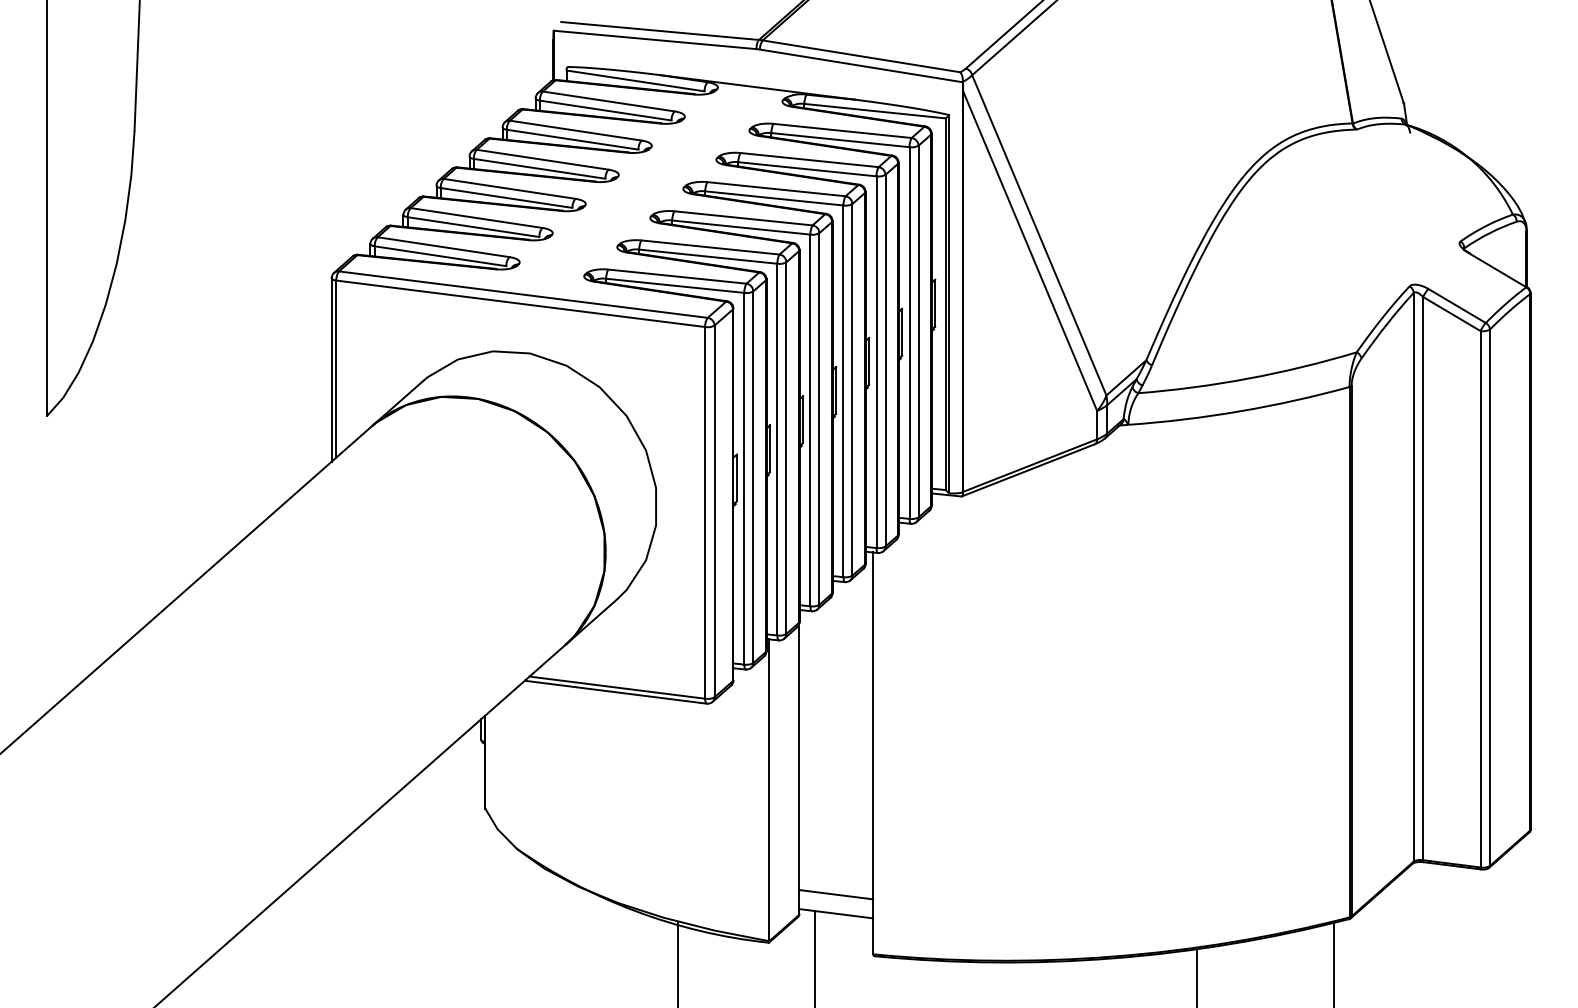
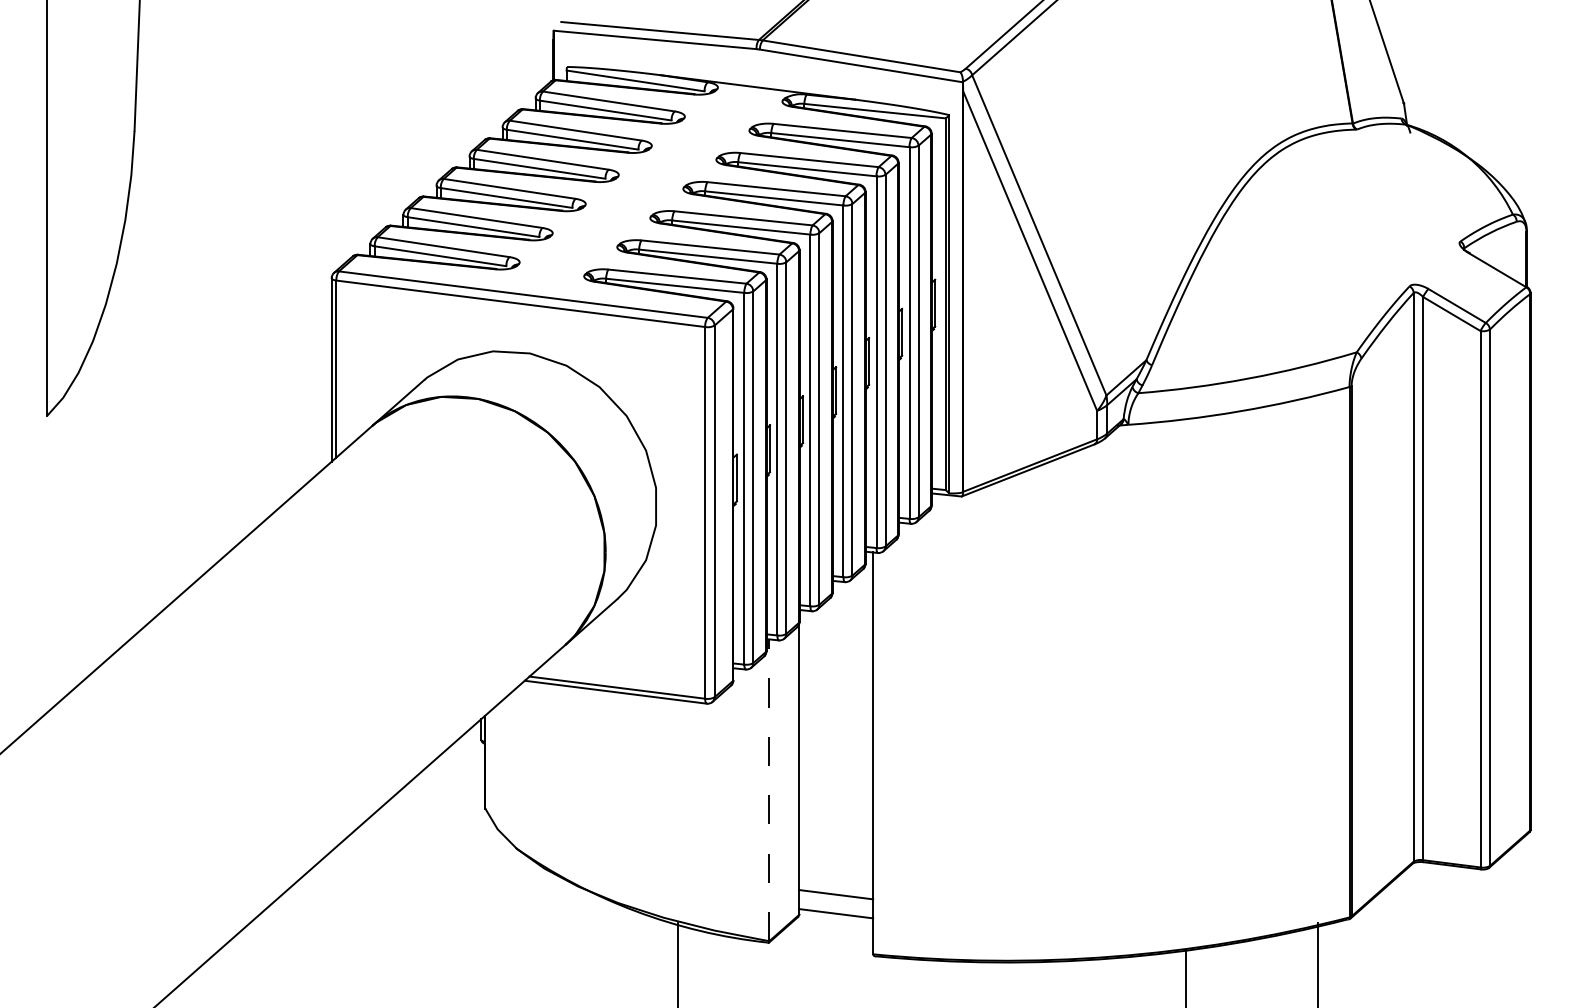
line at (769, 790): solid -> dashed
line at (815, 957): present -> none
line at (1334, 963) position: (1334, 963) -> (1318, 963)
line at (1196, 976) position: (1196, 976) -> (1185, 976)
